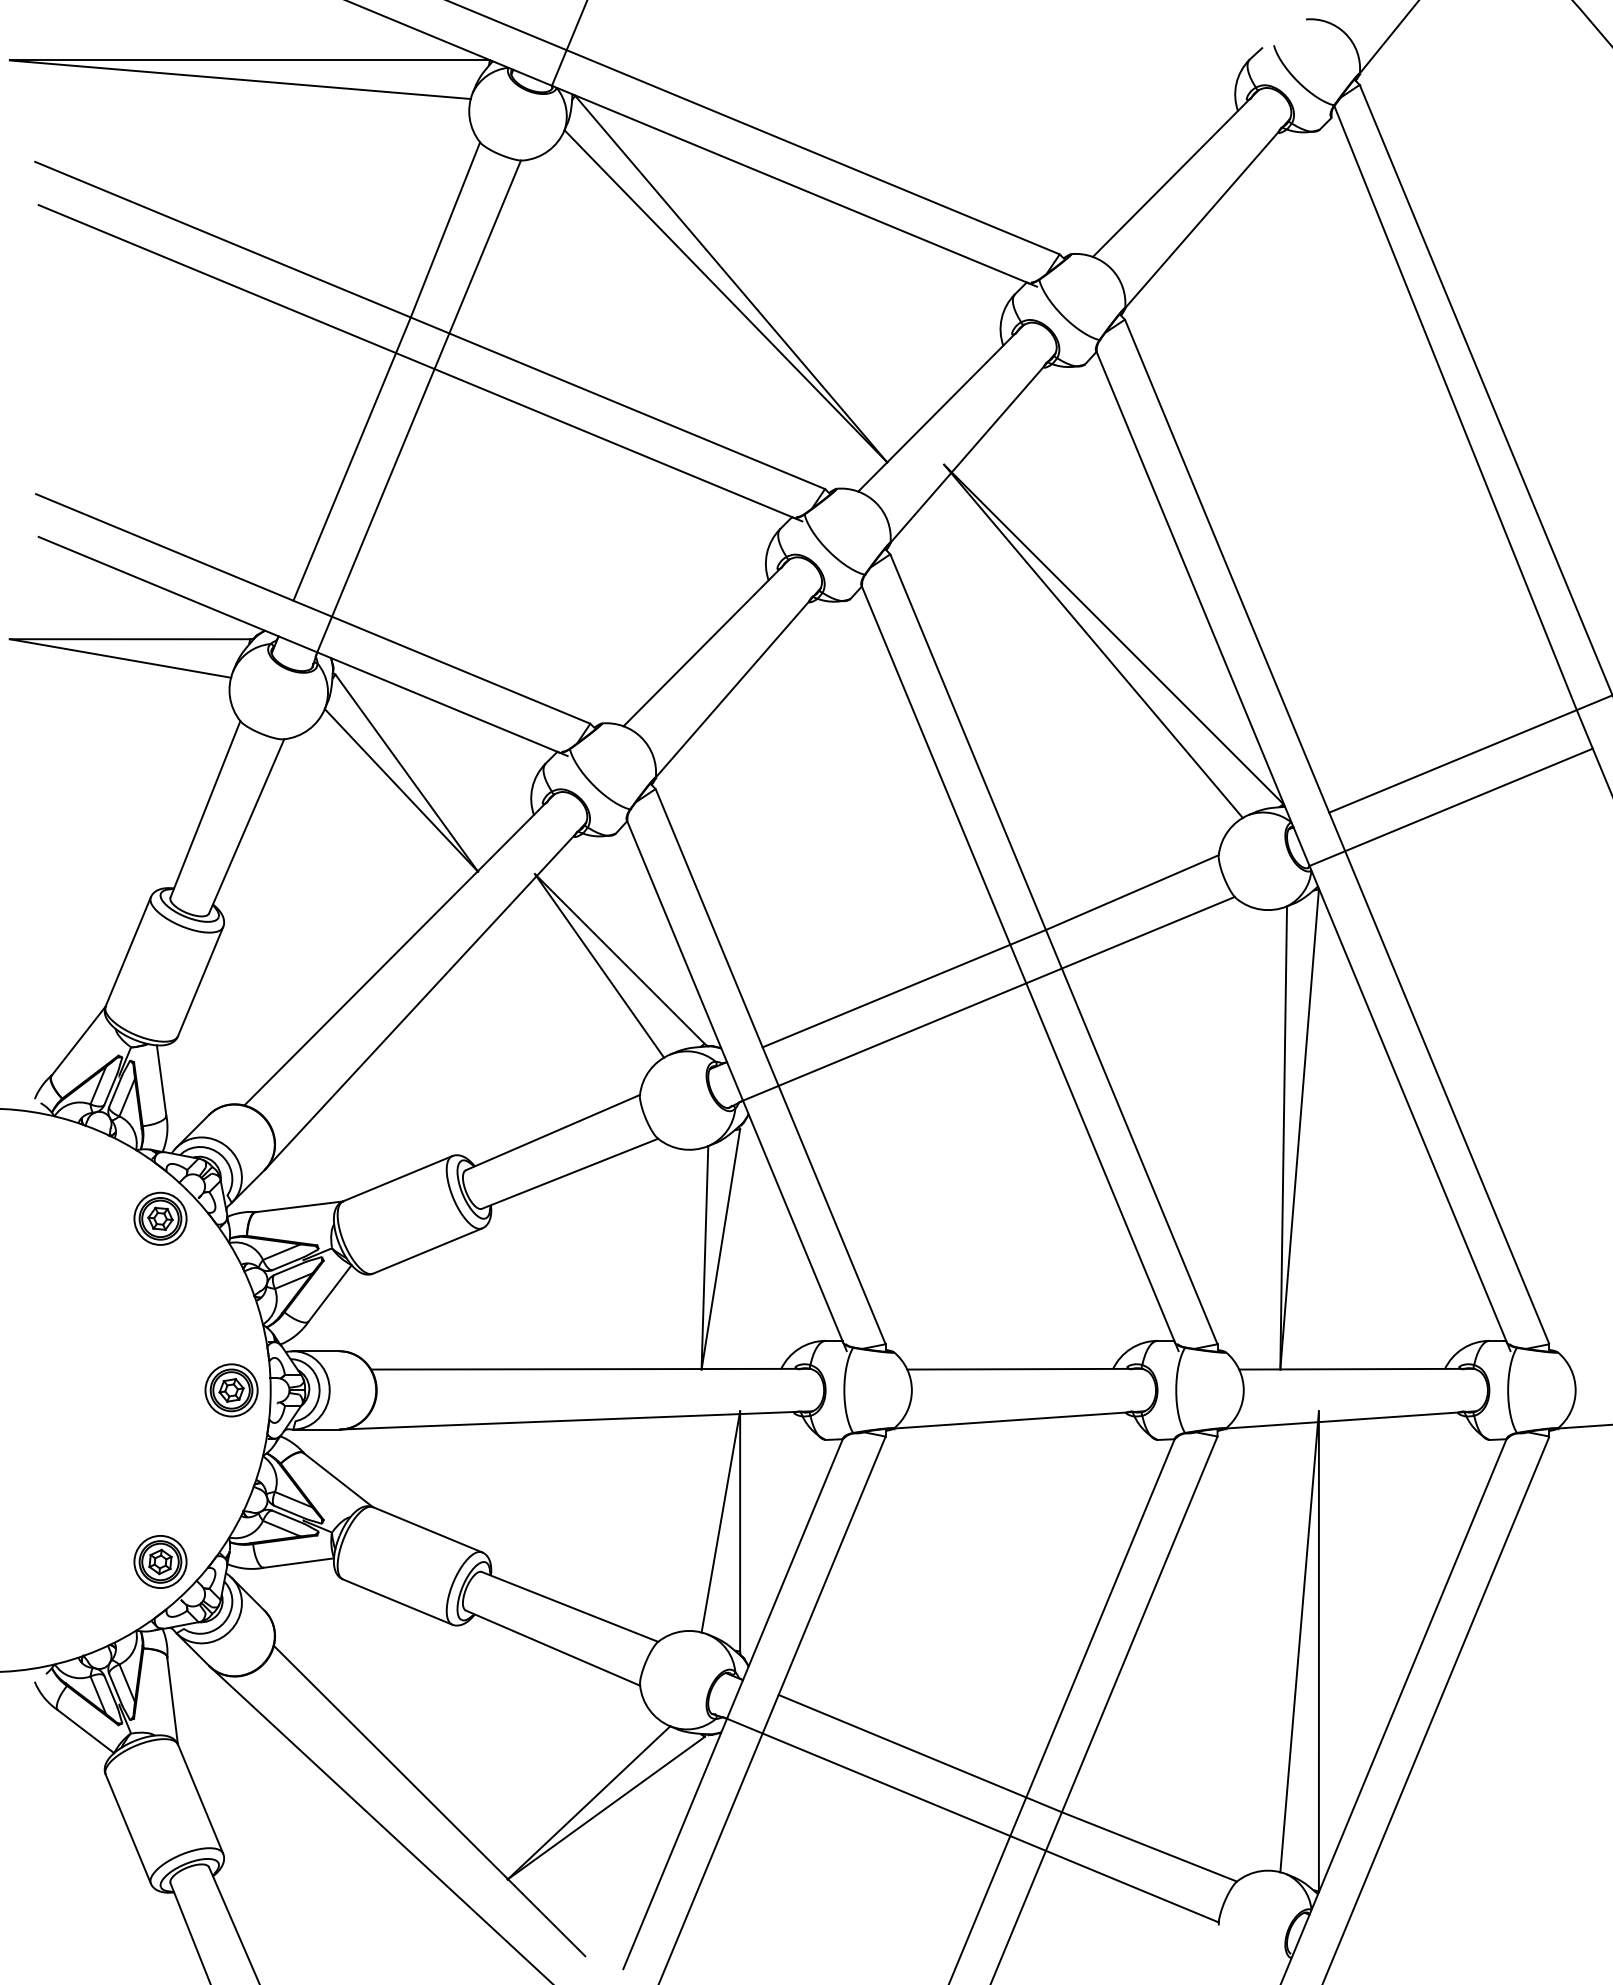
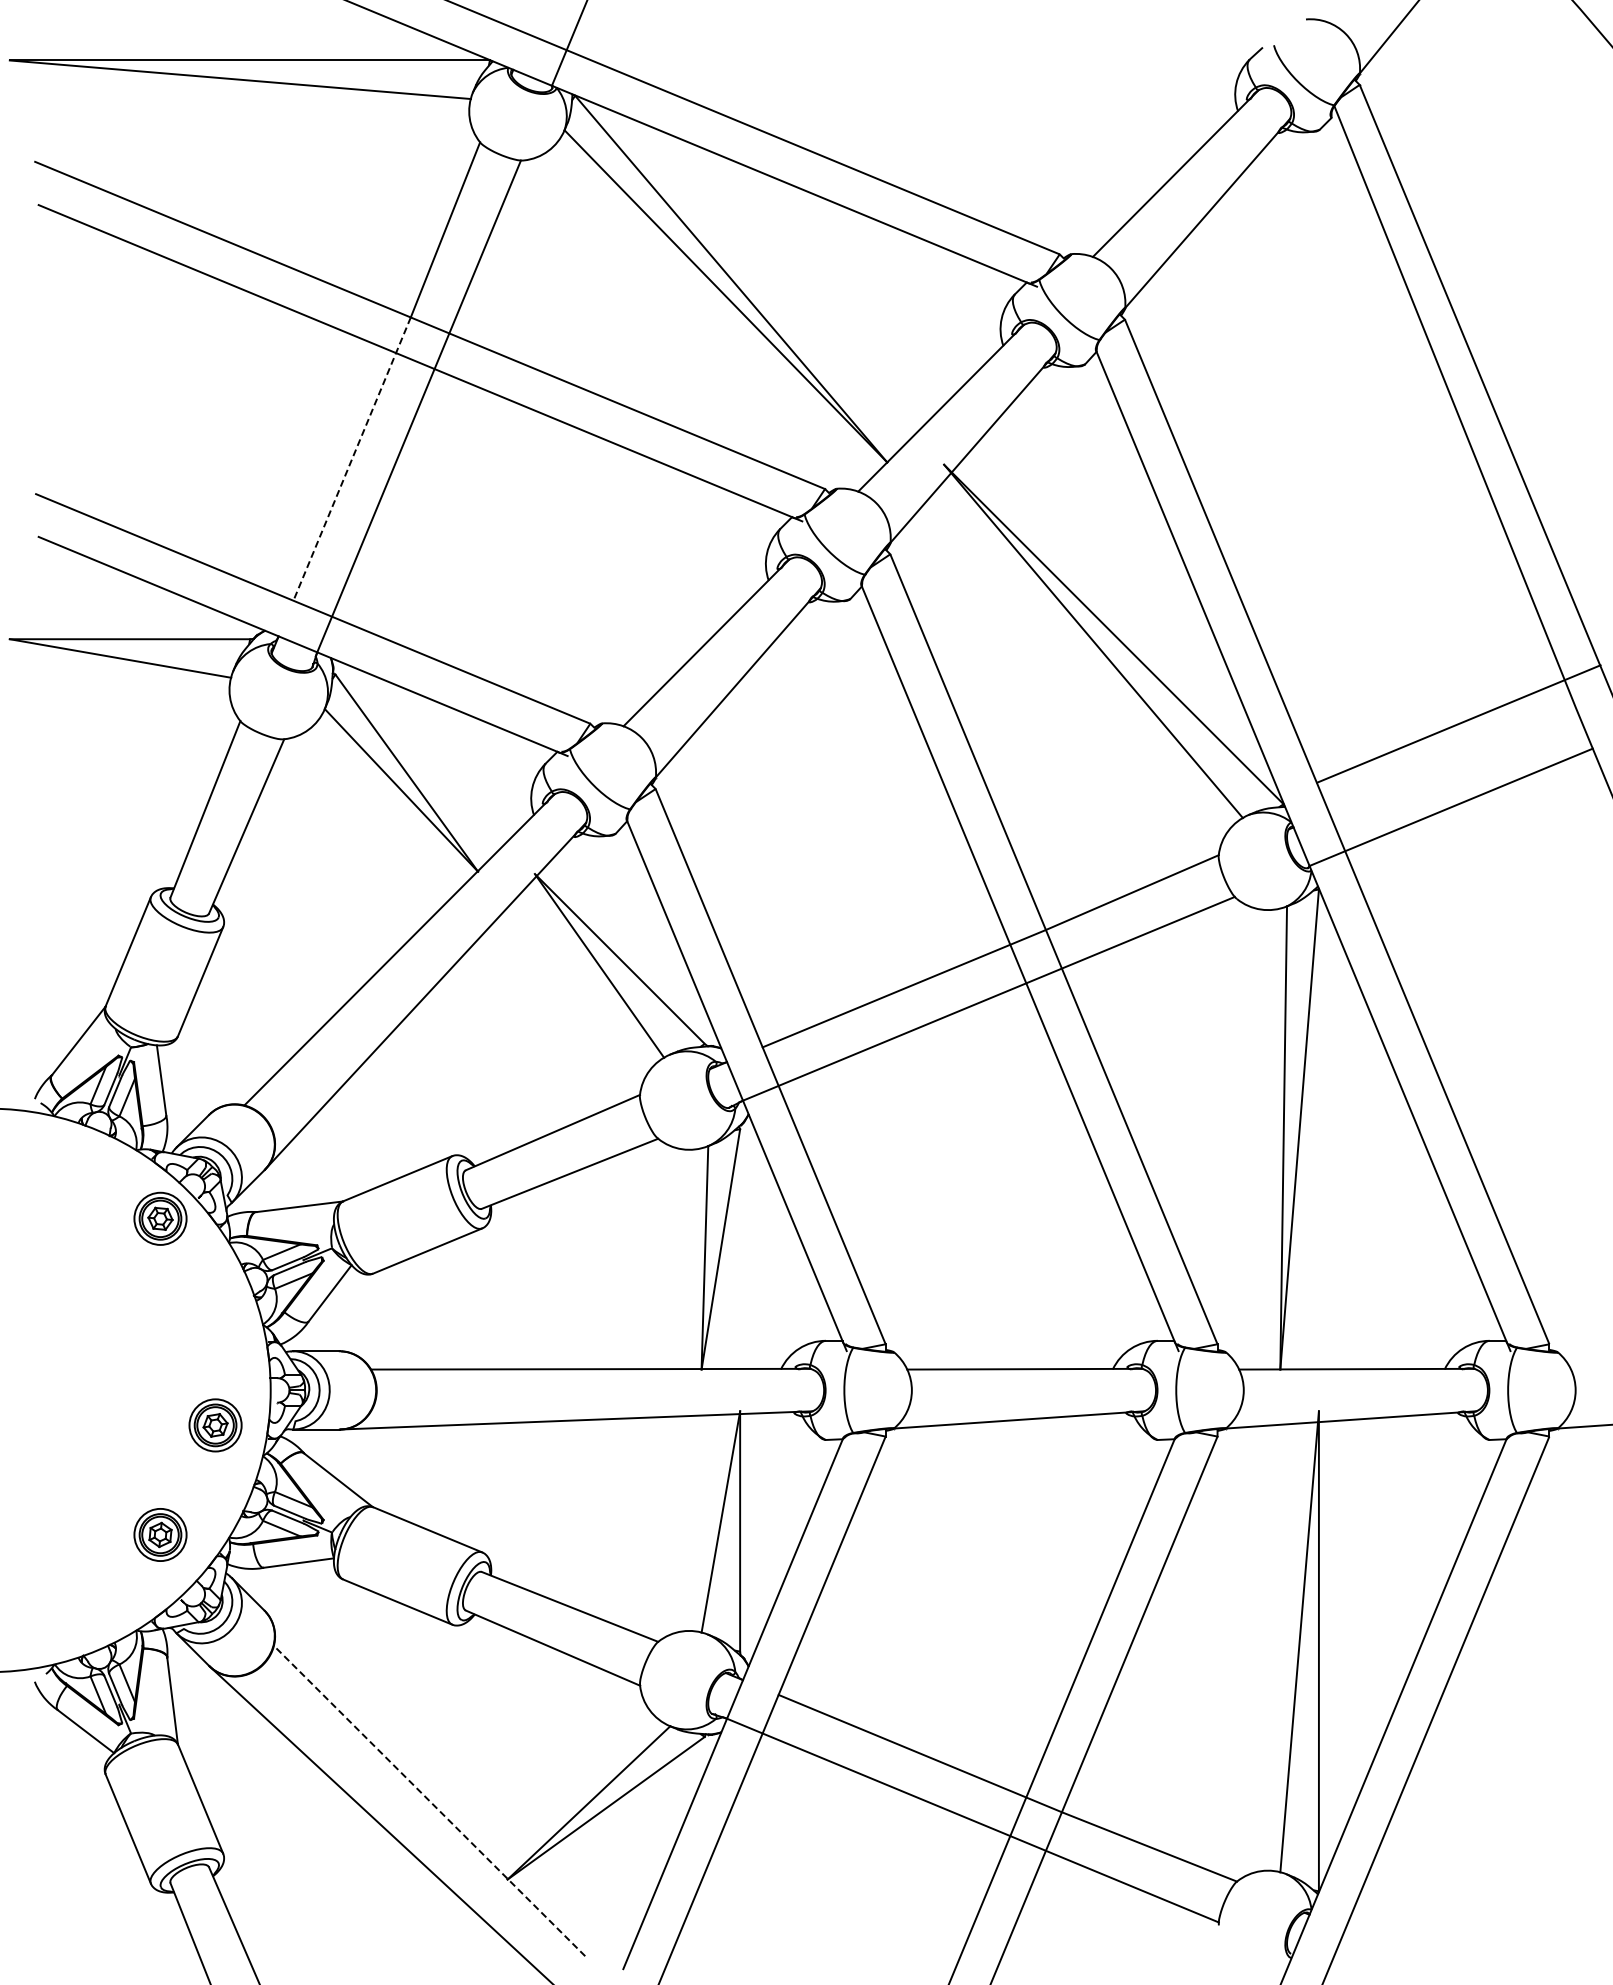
line at (351, 459): solid -> dashed
line at (1469, 754) position: (1469, 754) -> (1458, 723)
part at (231, 1390) position: (231, 1390) -> (215, 1425)
part at (160, 1561) position: (160, 1561) -> (160, 1534)
line at (429, 1801): solid -> dashed
